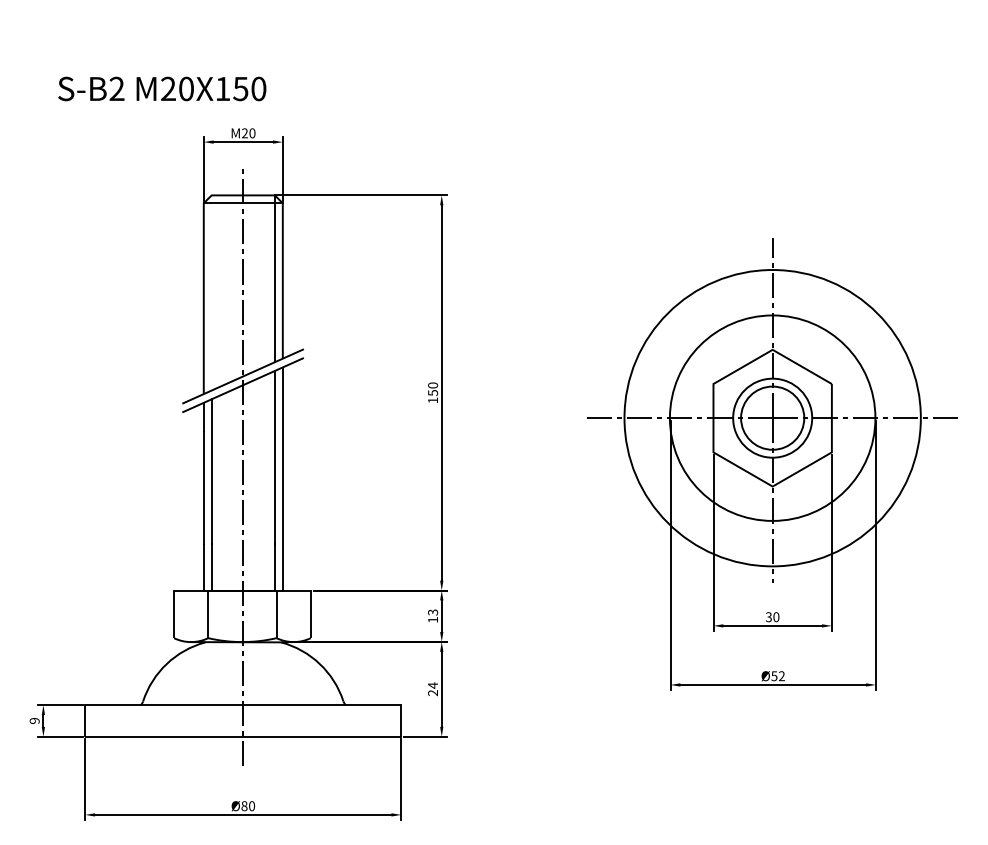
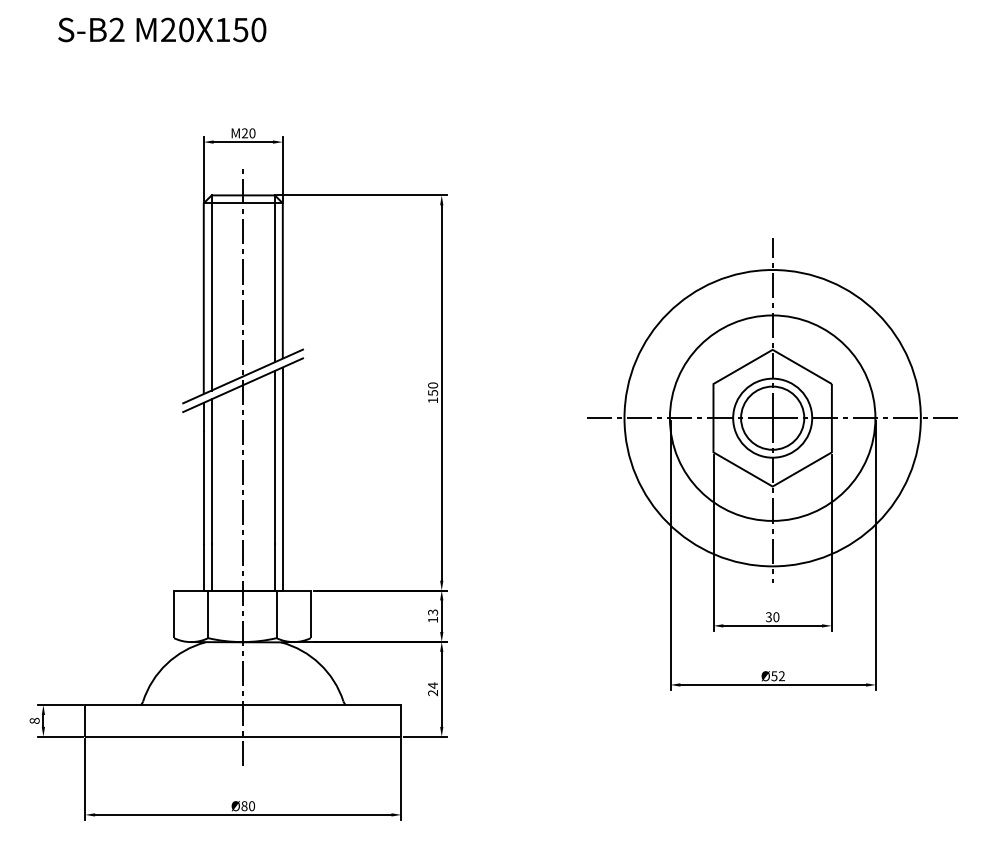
text at (162, 88) position: (162, 88) -> (162, 29)
line at (211, 292): none -> present
text at (34, 720): 9 -> 8
